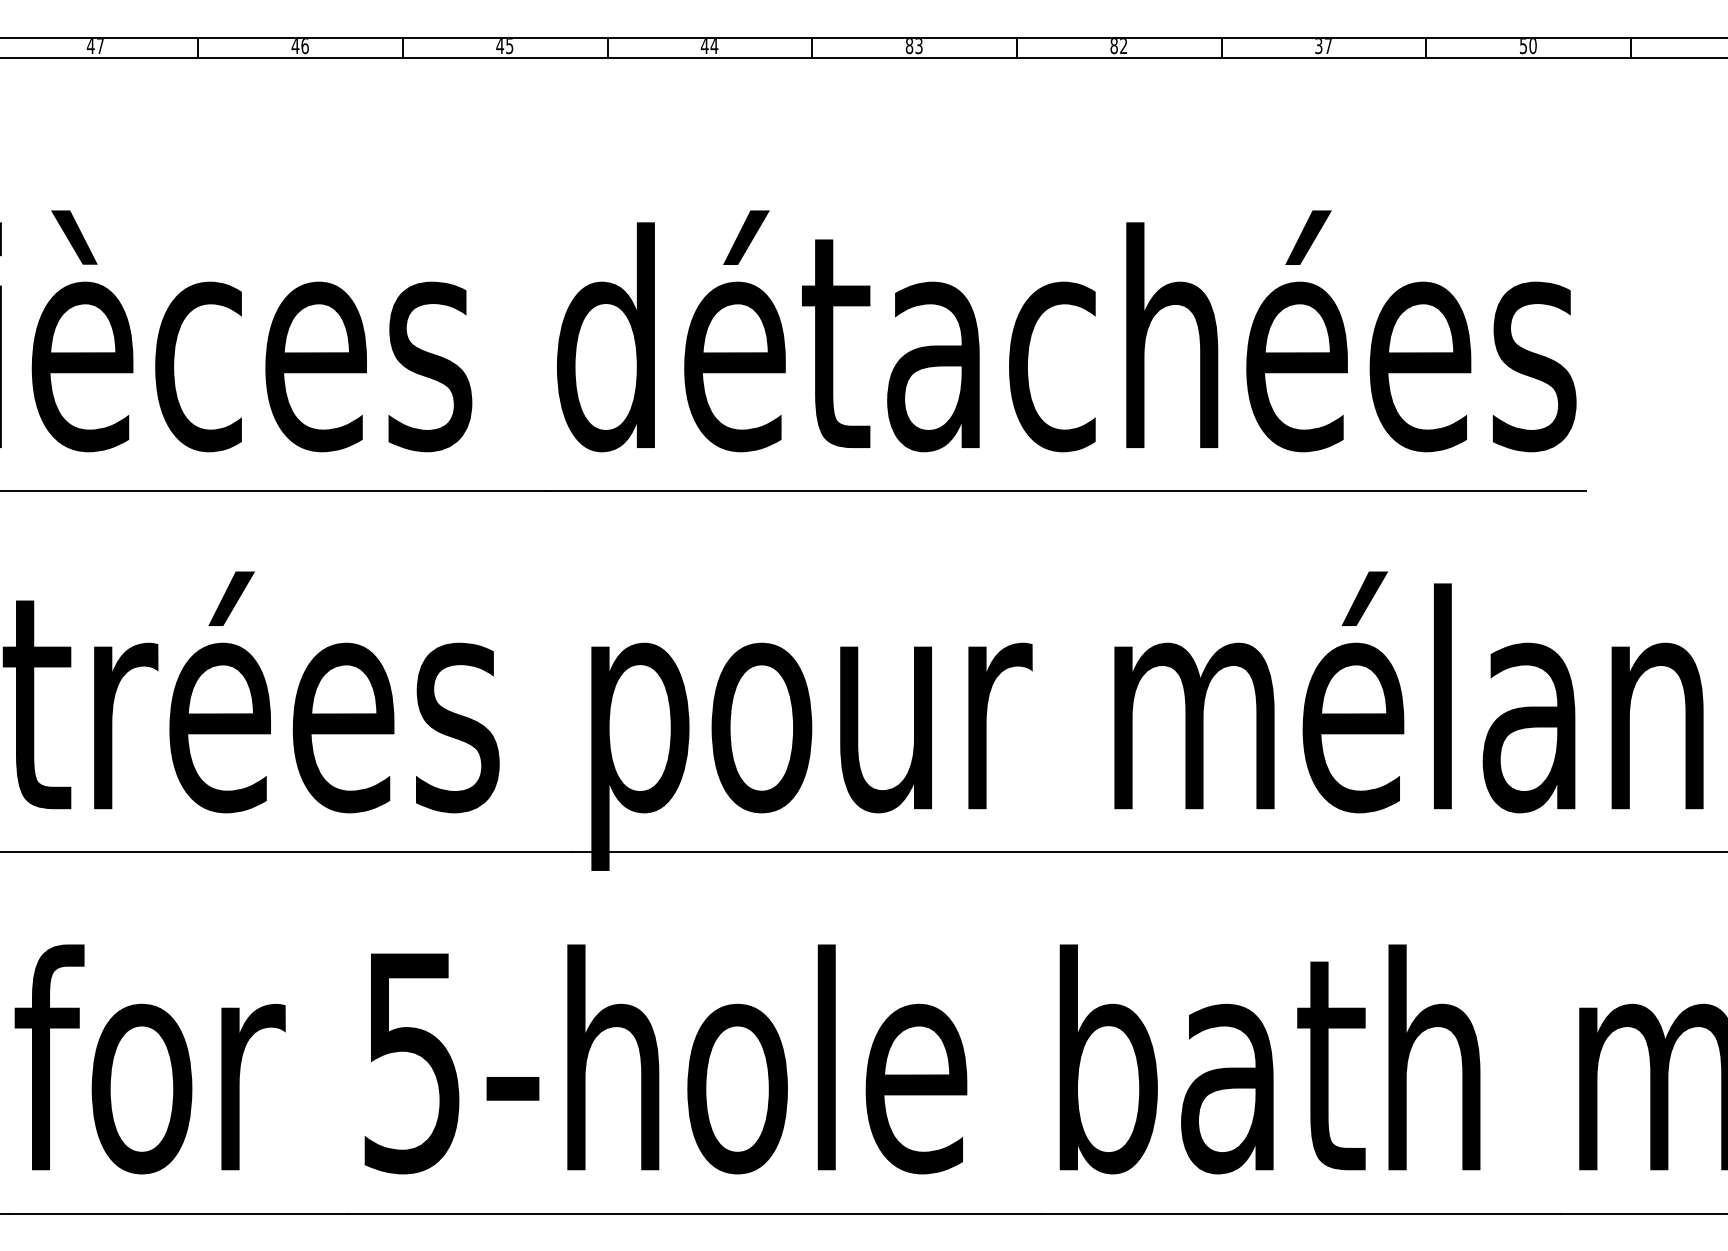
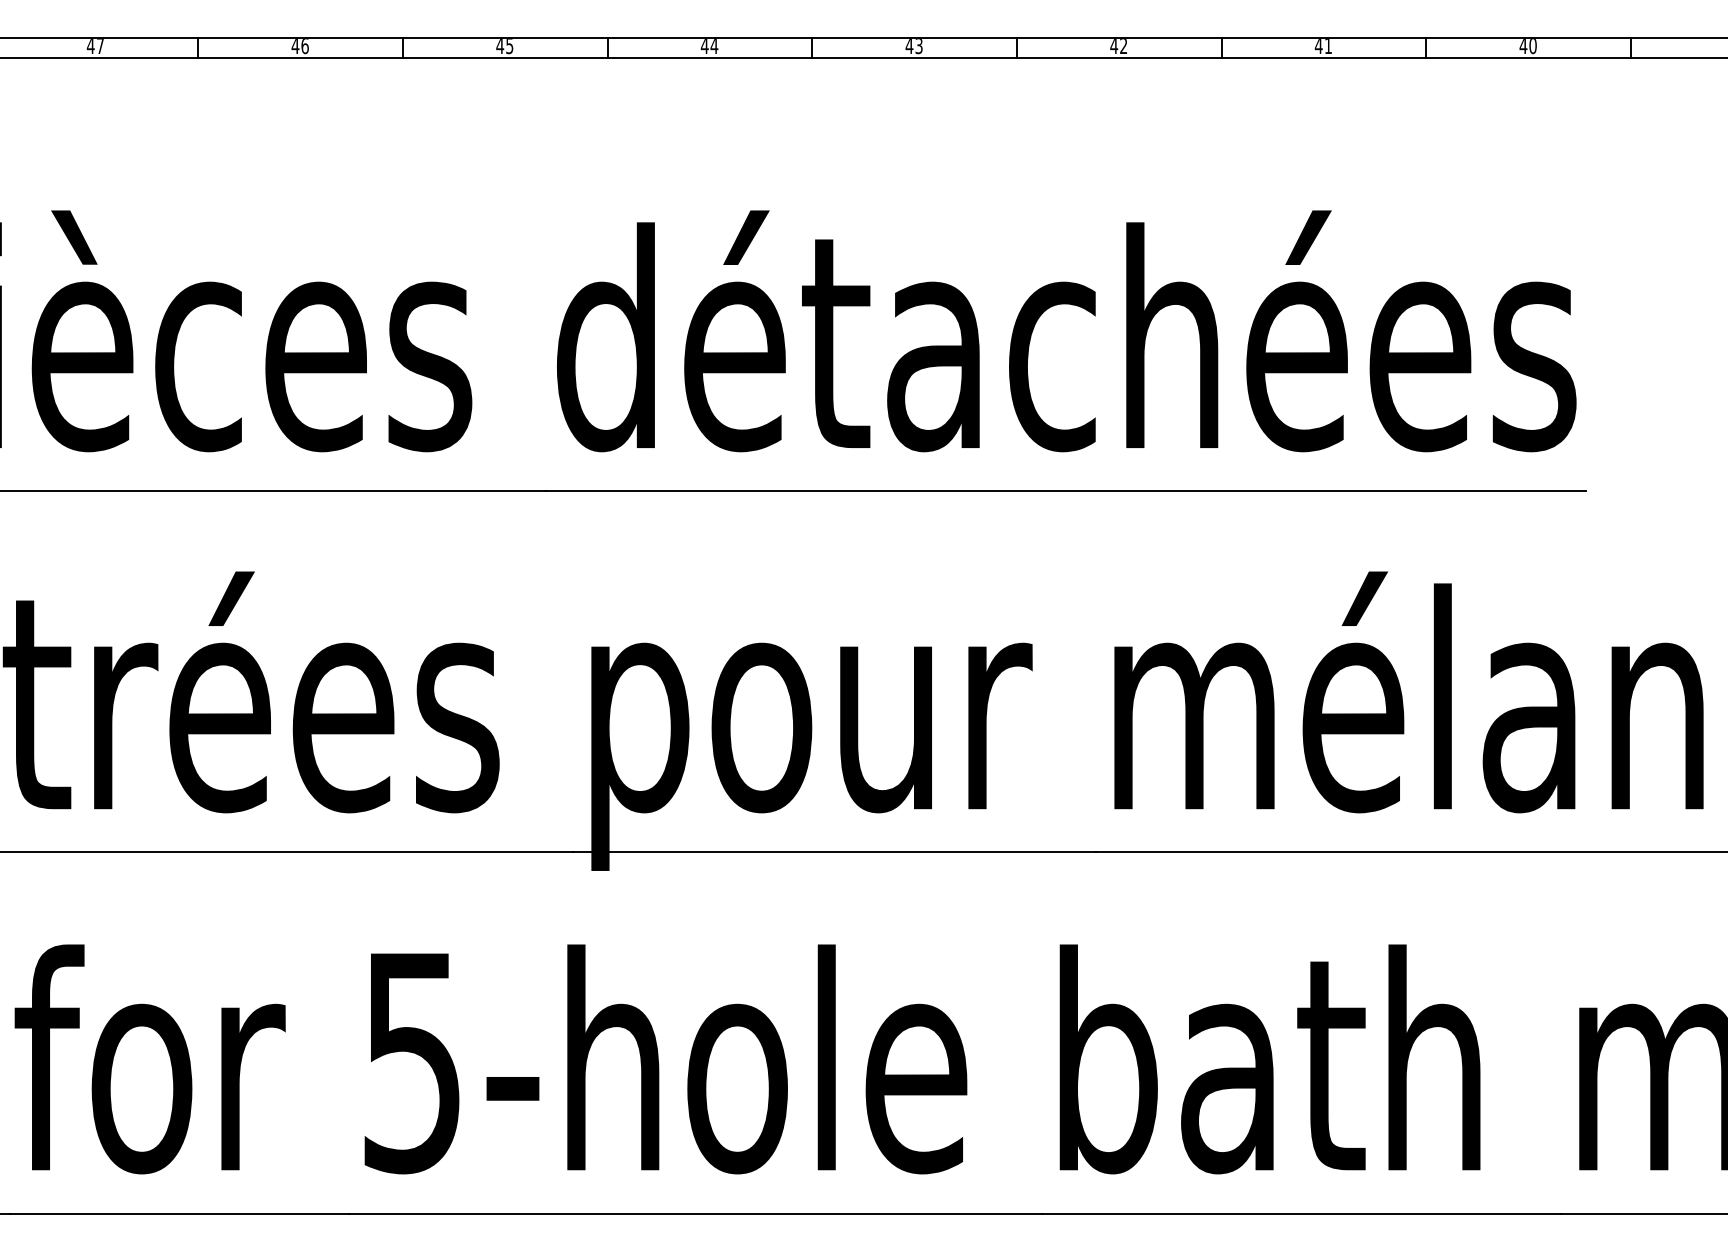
text at (909, 46): 83 -> 43
text at (1114, 46): 82 -> 42
text at (1322, 46): 37 -> 41
text at (1523, 46): 50 -> 40
